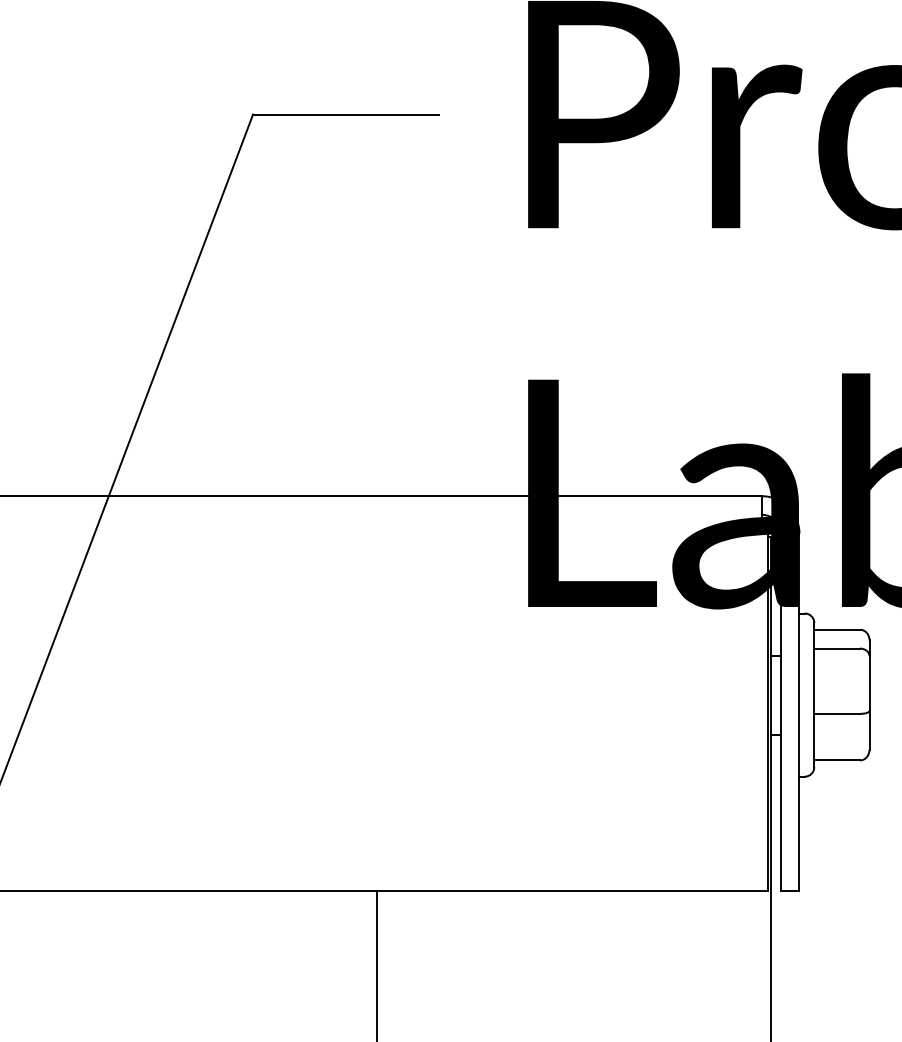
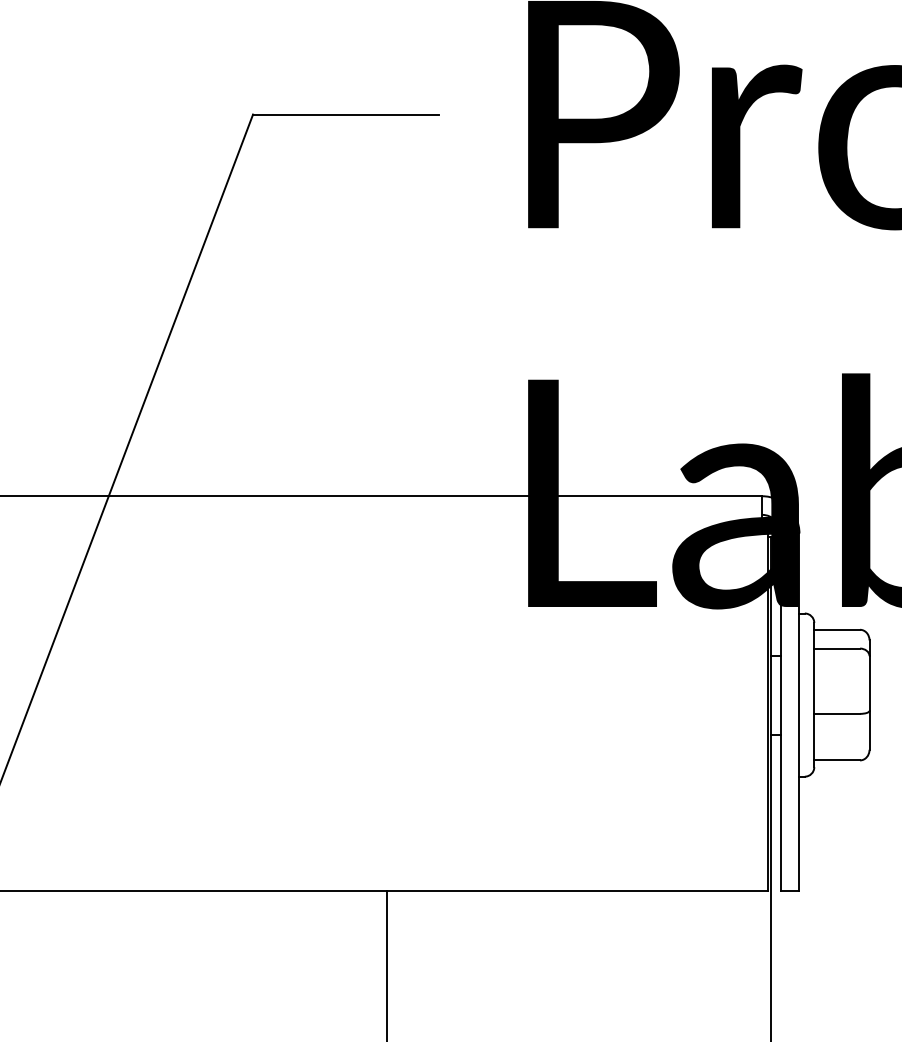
line at (376, 964) position: (376, 964) -> (386, 964)
